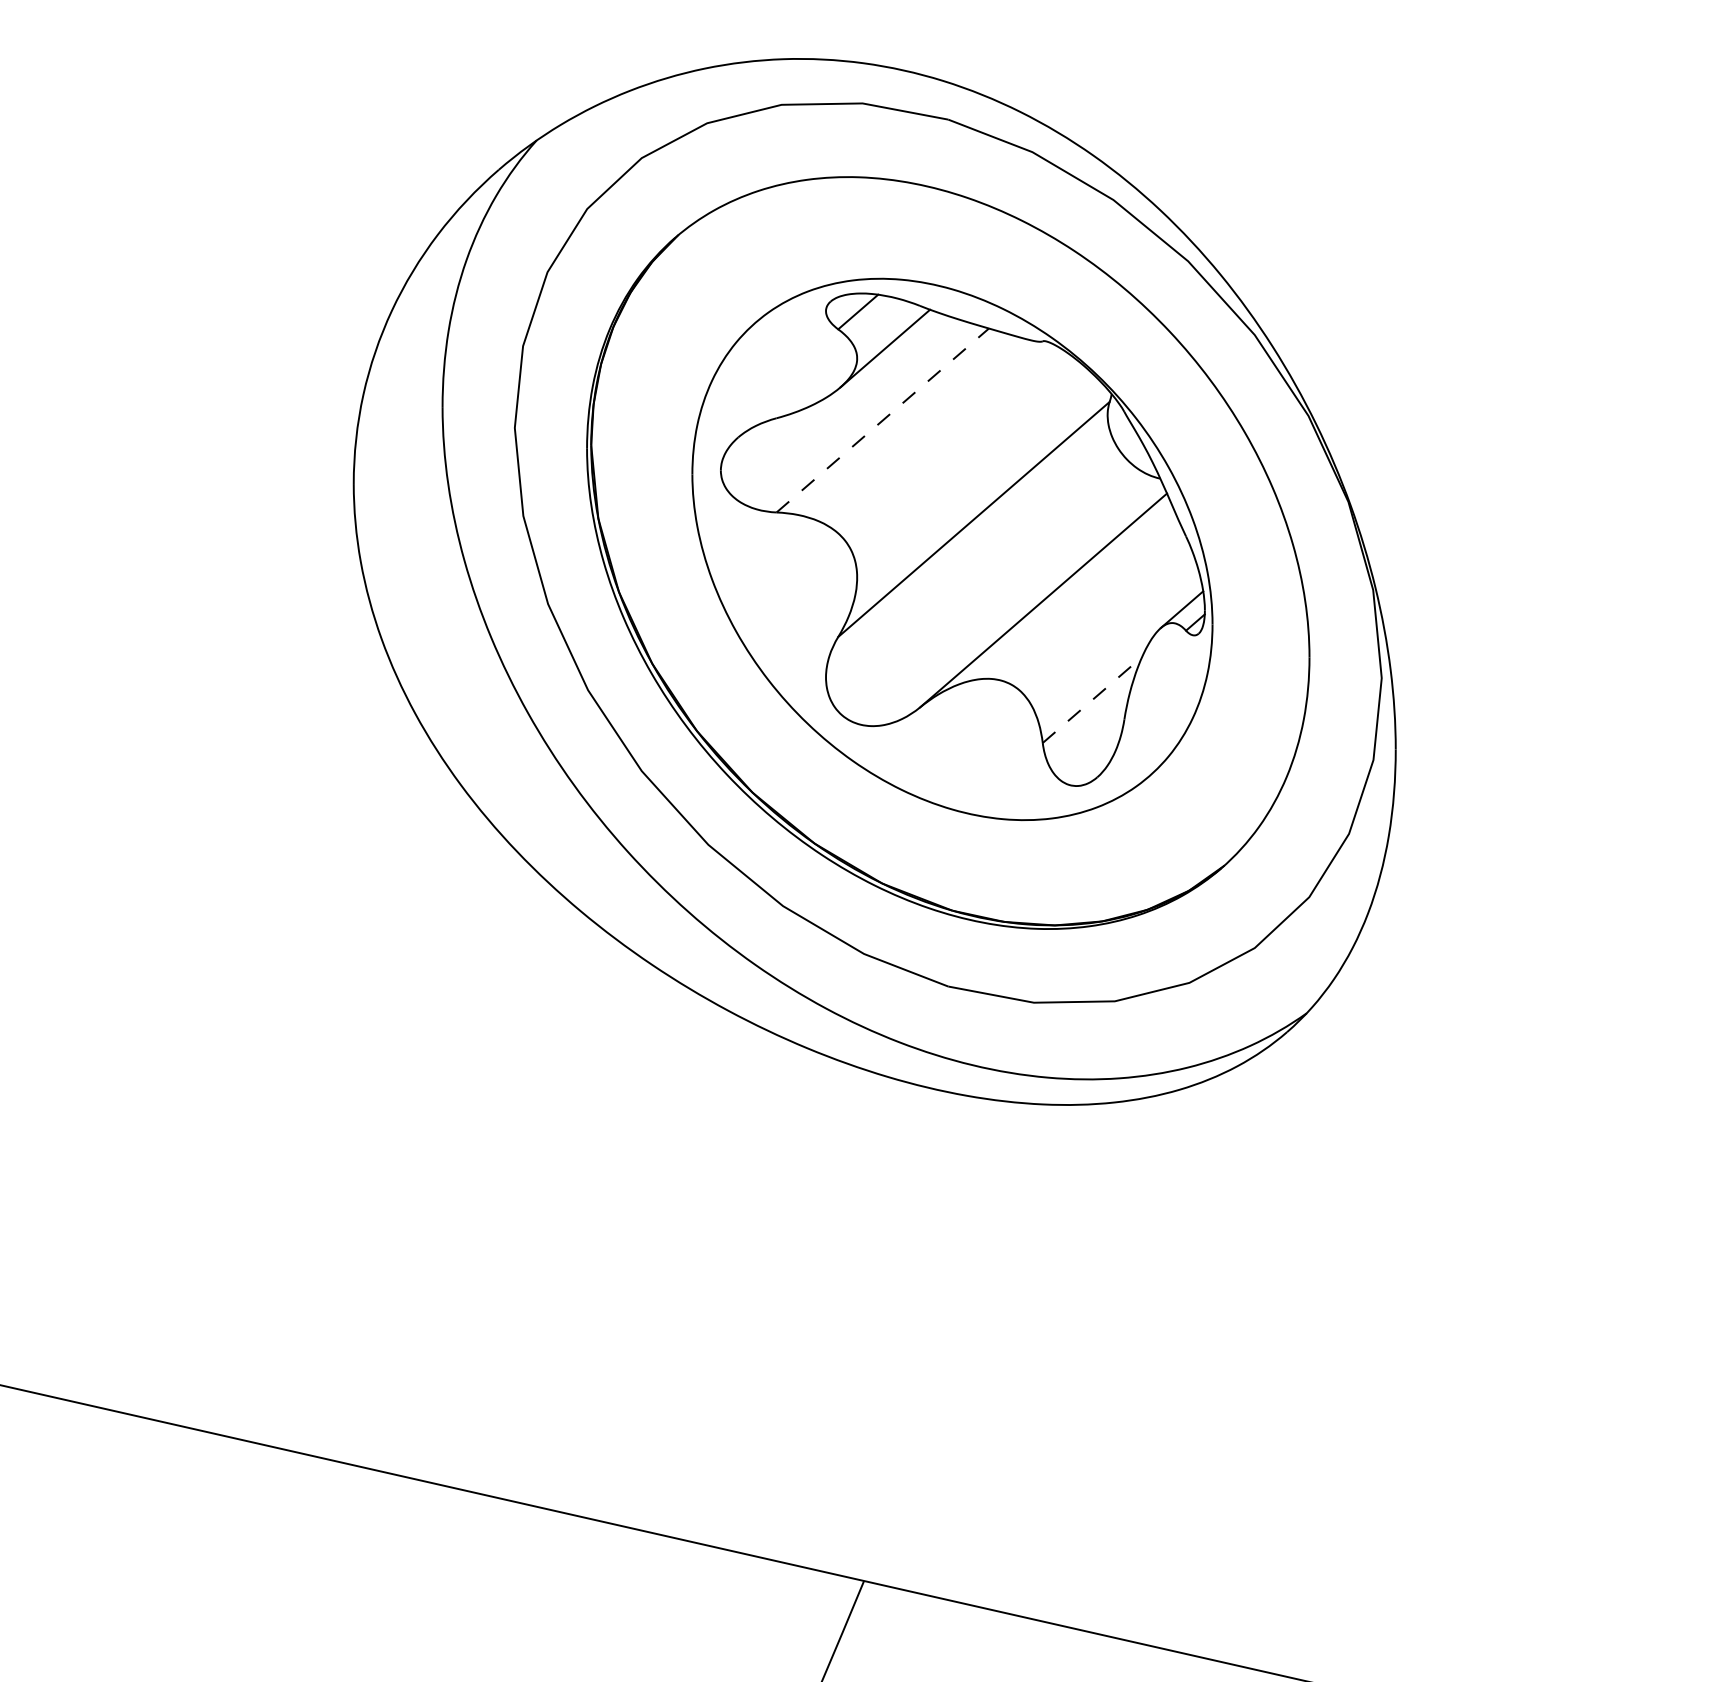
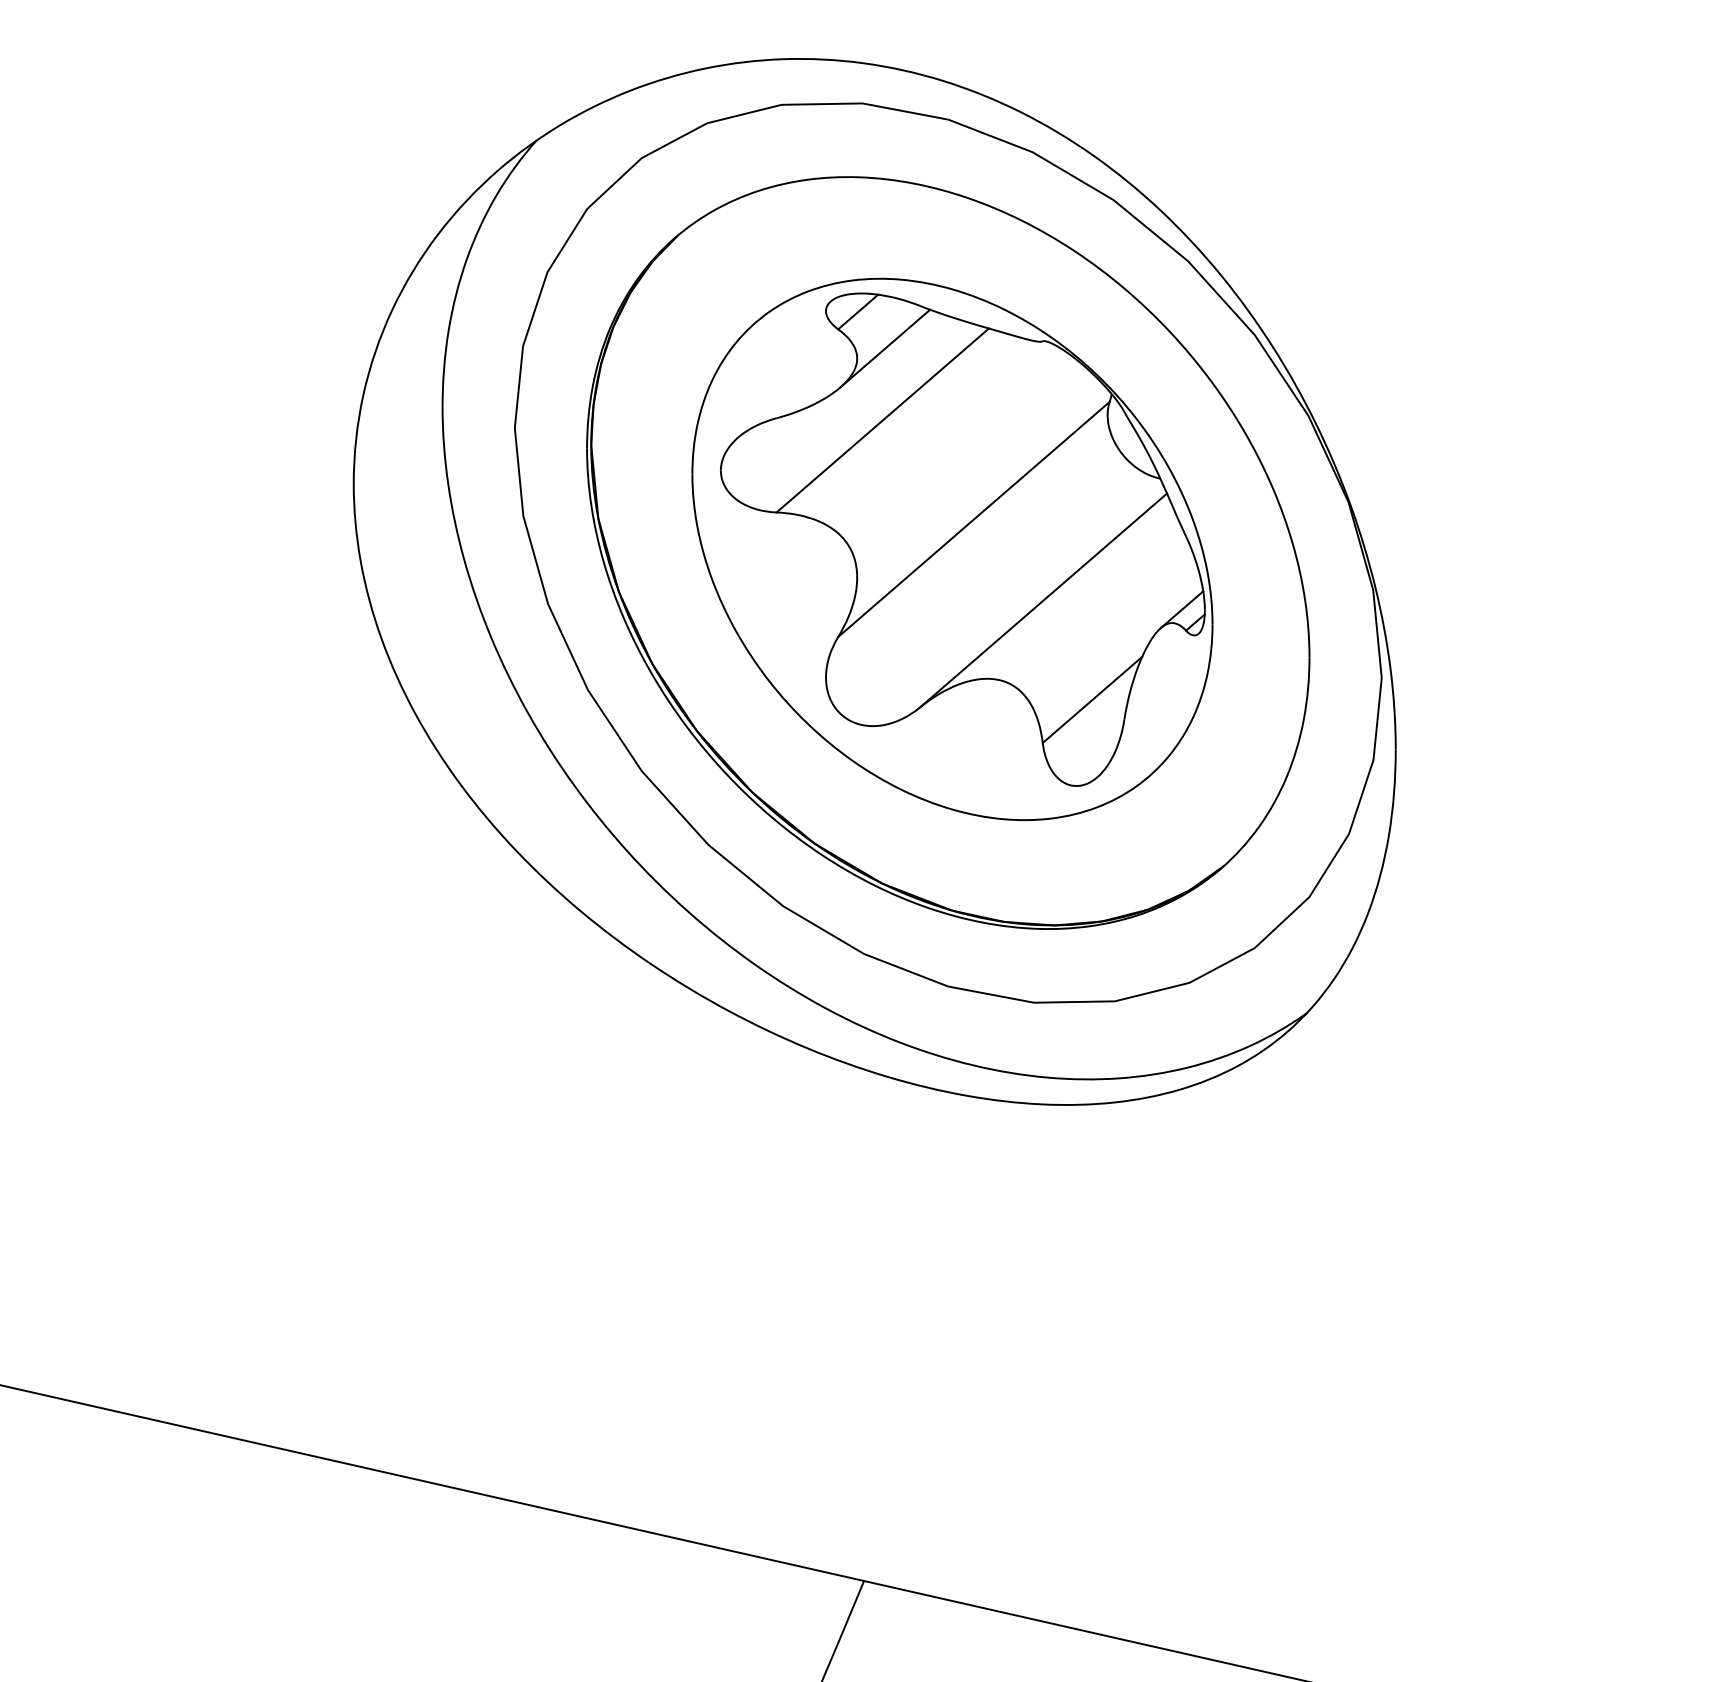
line at (883, 420): dashed -> solid
line at (1092, 699): dashed -> solid
